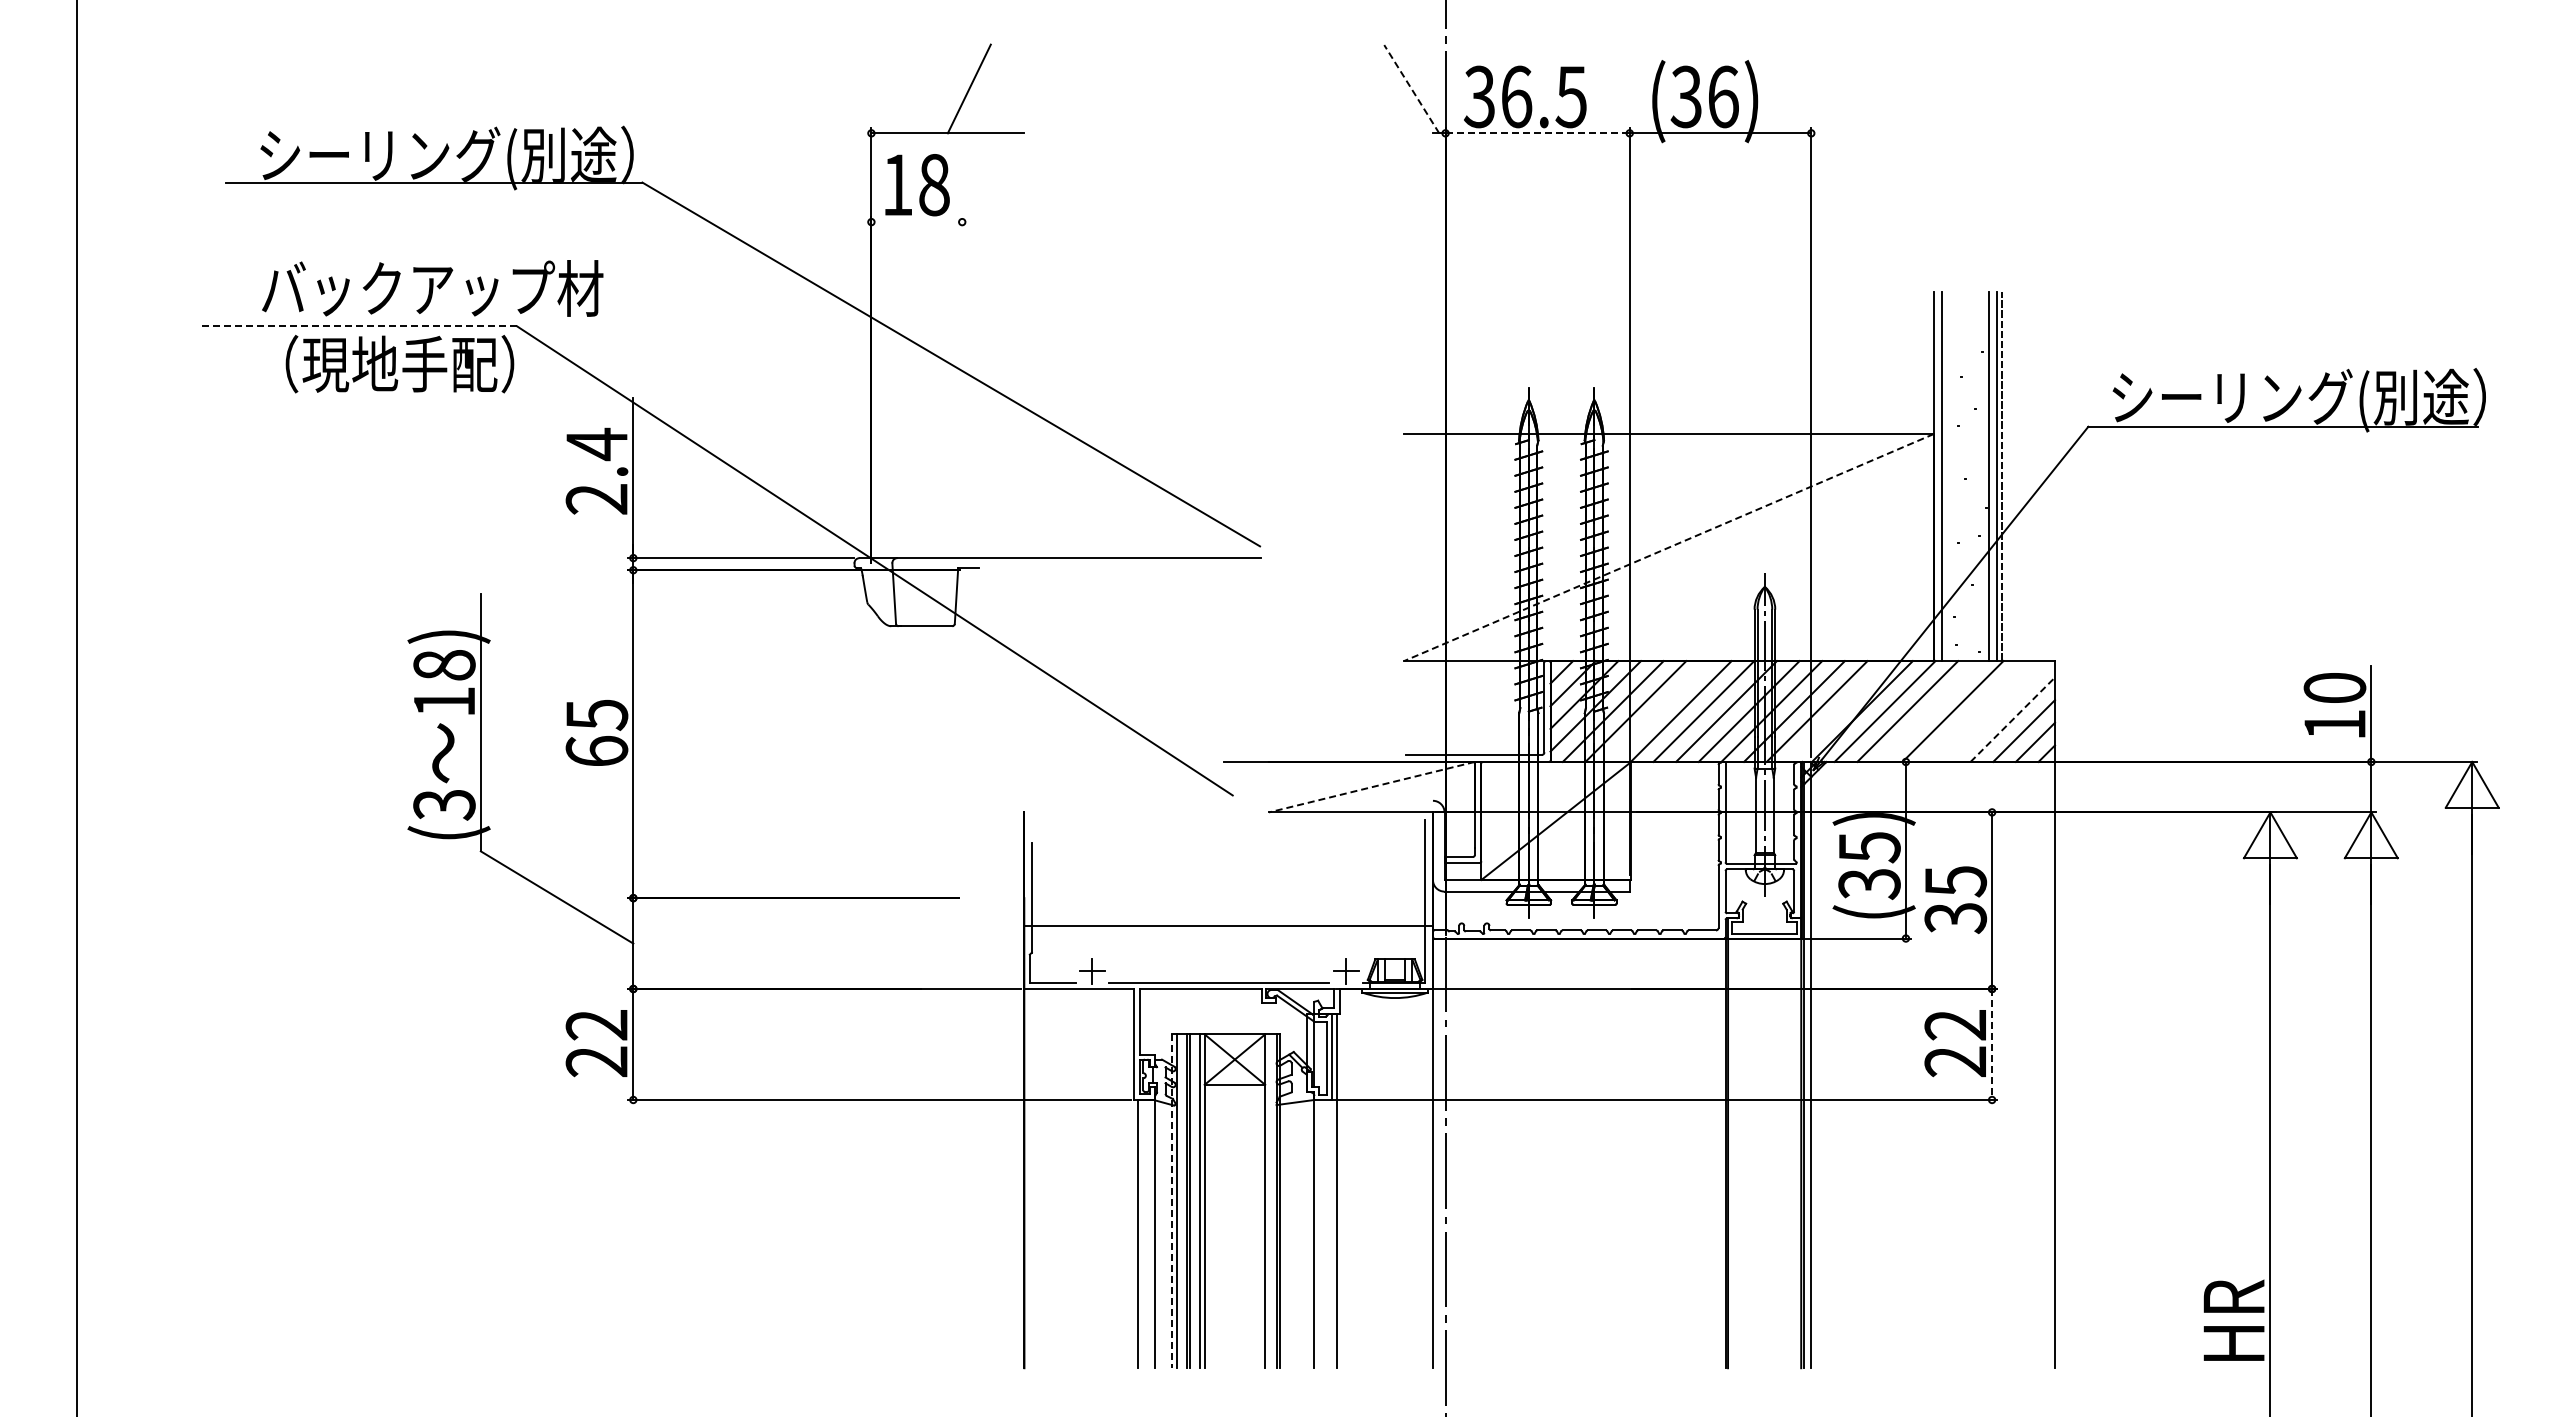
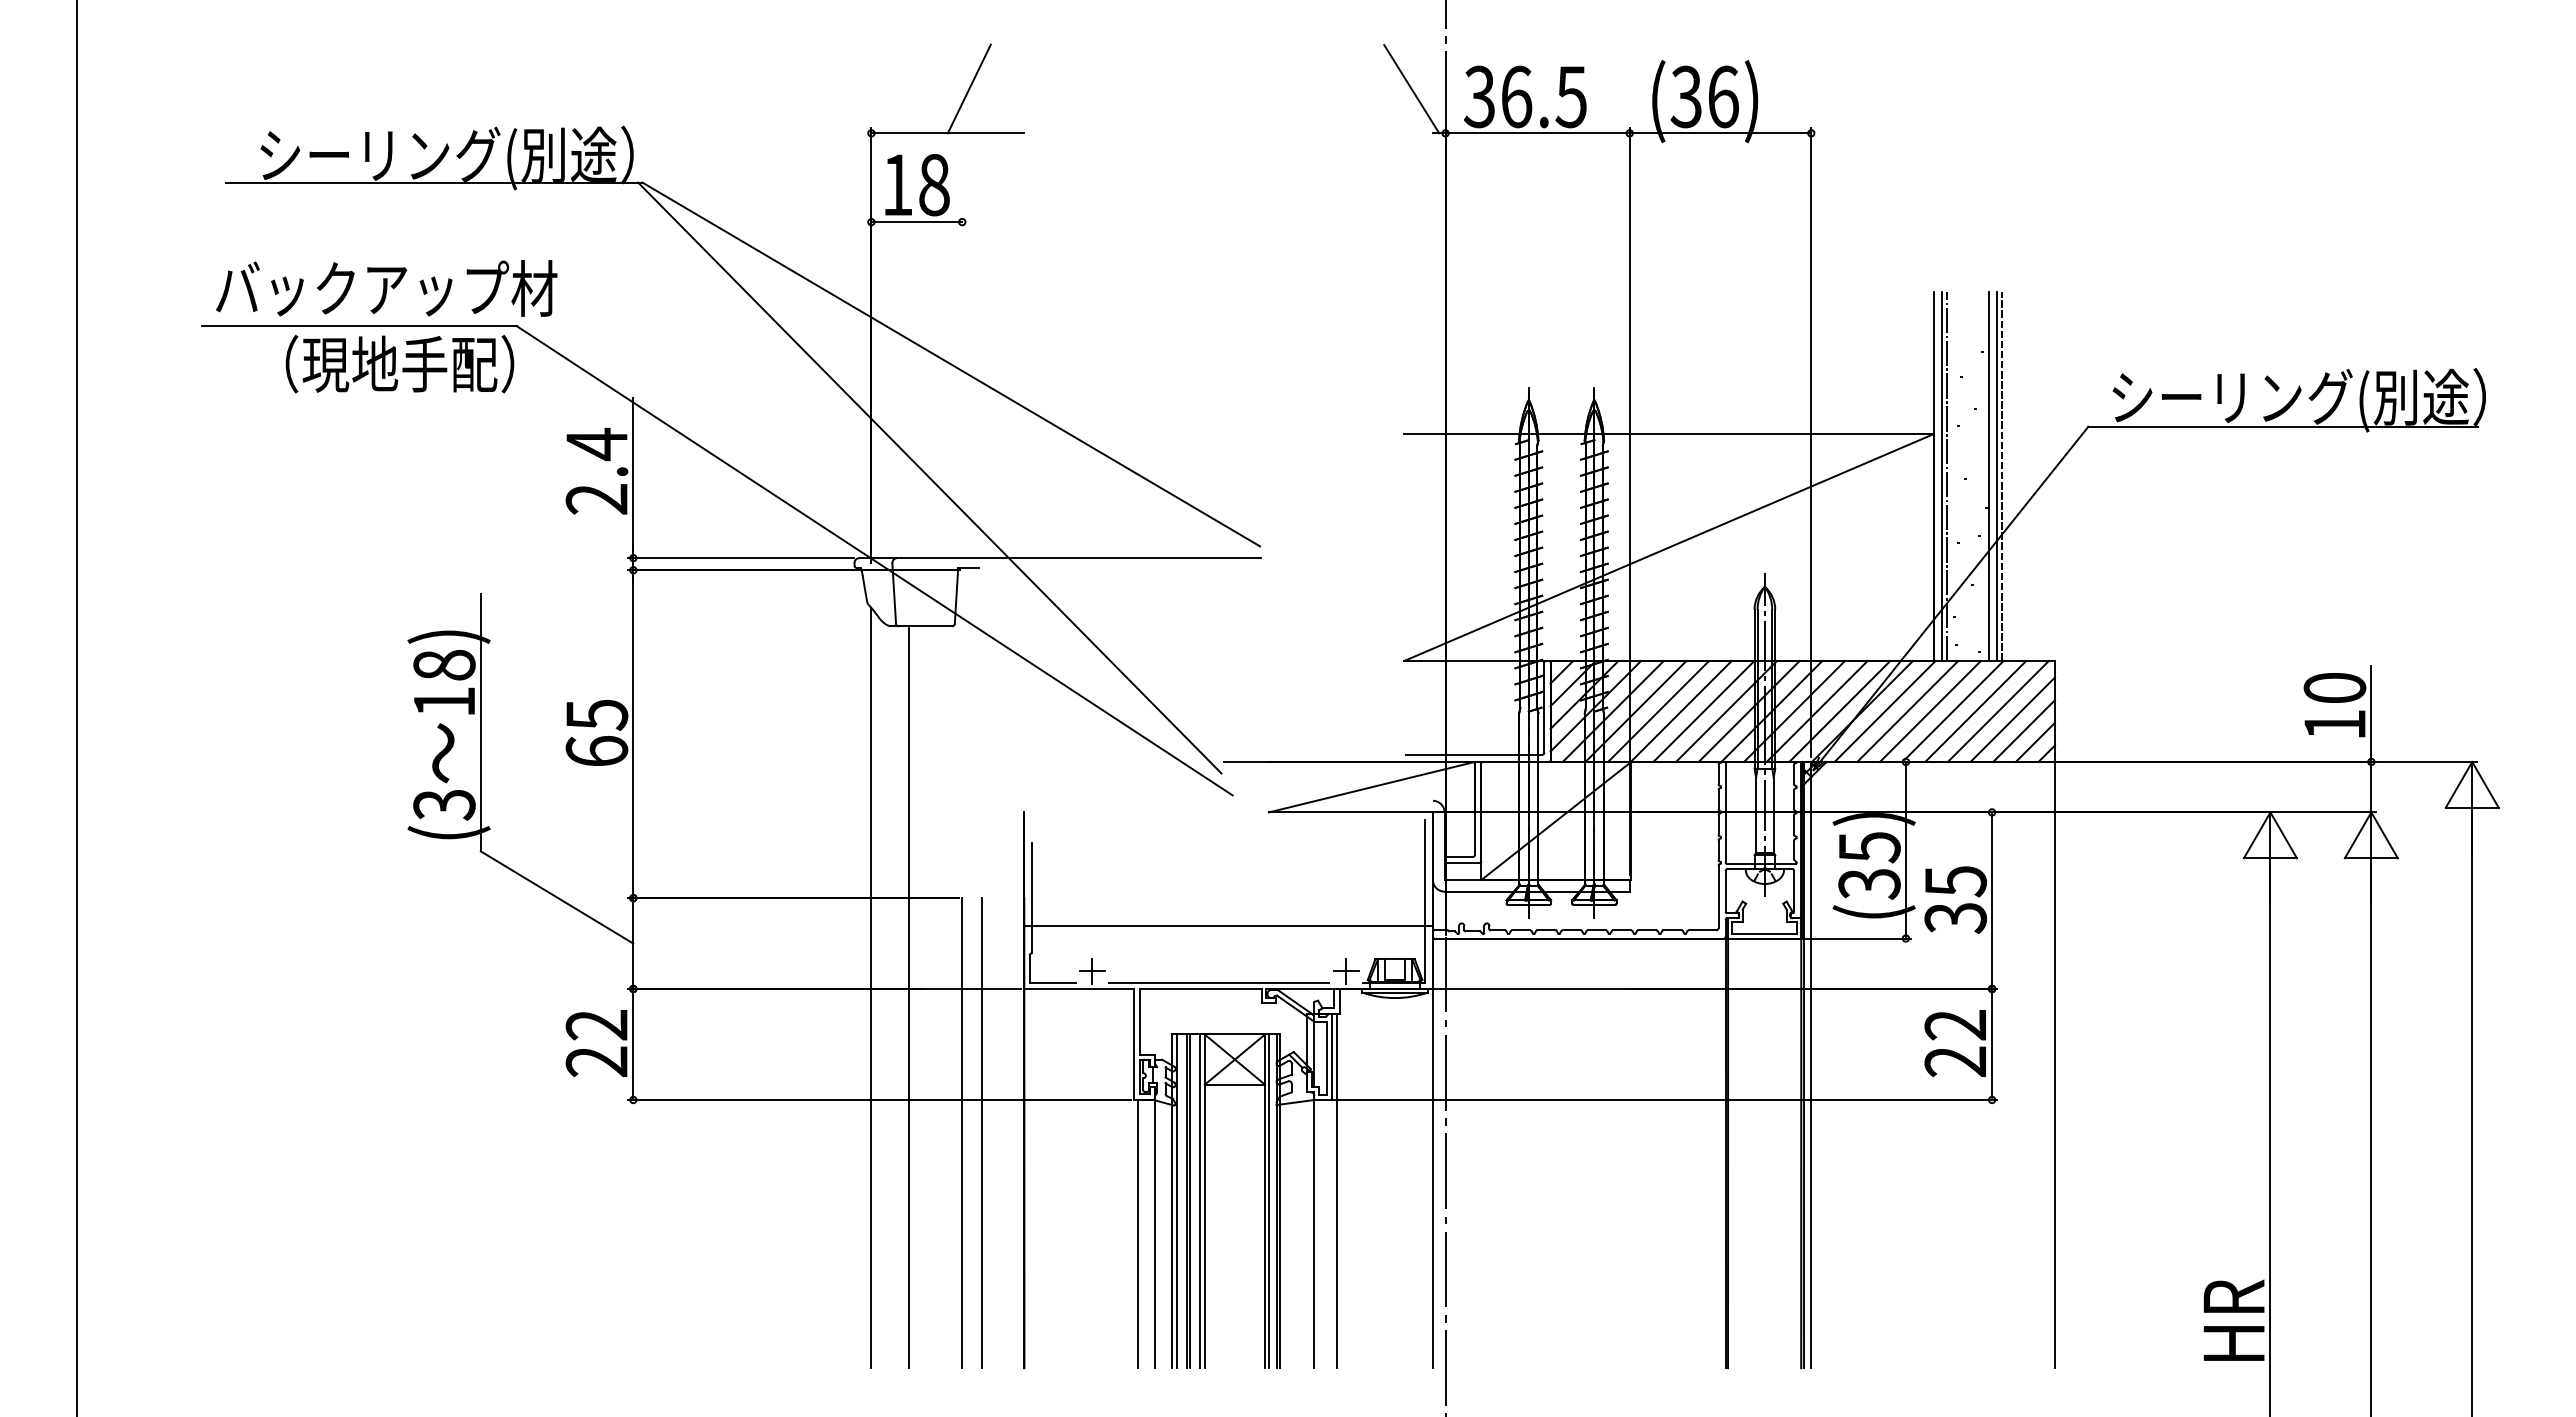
line at (1411, 89): dashed -> solid
line at (1538, 133): dashed -> solid
line at (916, 222): none -> present
text at (432, 288) position: (432, 288) -> (386, 288)
line at (359, 326): dashed -> solid
line at (1946, 476): none -> present
line at (929, 477): none -> present
line at (1668, 547): dashed -> solid
line at (1658, 711): none -> present
line at (1839, 711): none -> present
line at (1929, 711): none -> present
line at (1975, 711): none -> present
line at (1997, 711): none -> present
line at (2012, 719): dashed -> solid
line at (1371, 787): dashed -> solid
line at (871, 987): none -> present
line at (909, 997): none -> present
line at (1992, 1044): dashed -> solid
line at (962, 1133): none -> present
line at (982, 1133): none -> present
line at (1171, 1201): dashed -> solid
line at (1268, 1201): none -> present
